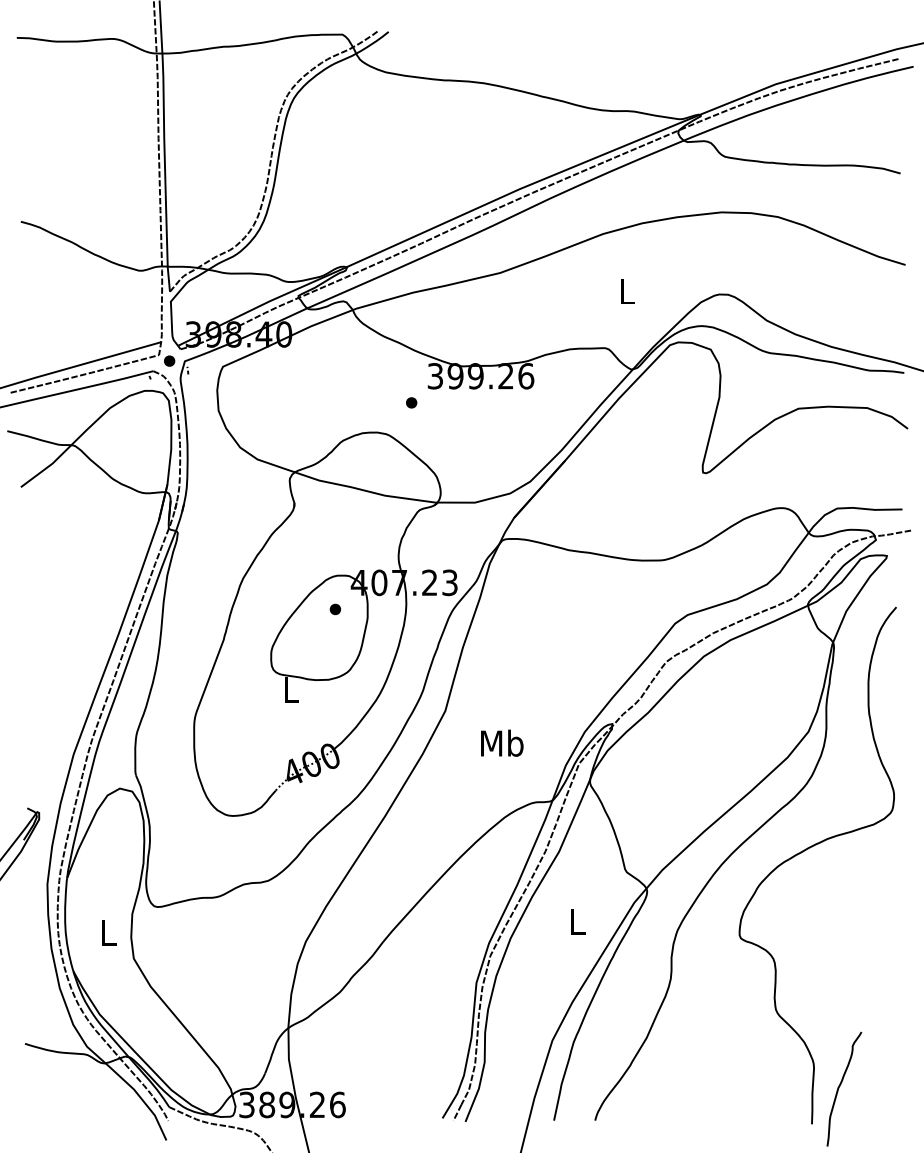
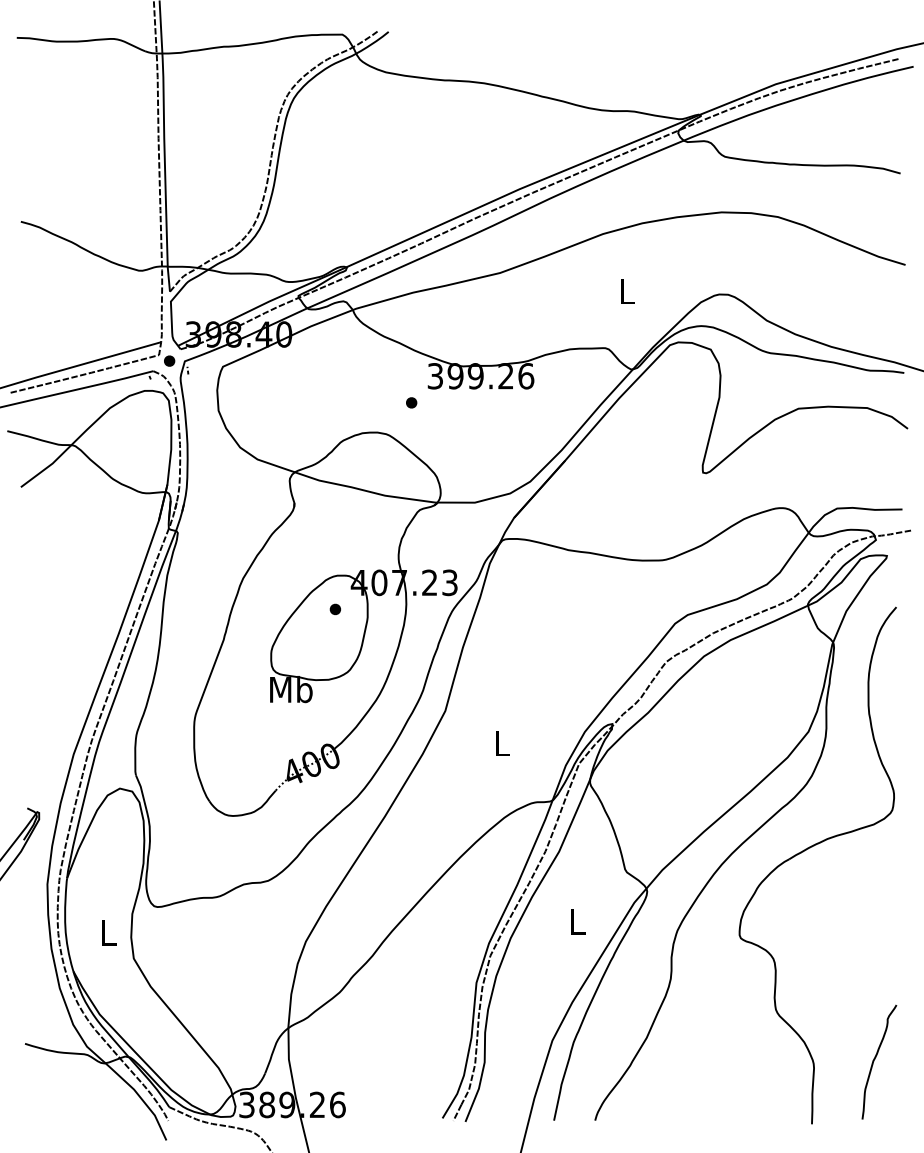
text at (291, 689): L -> Mb
text at (502, 742): Mb -> L
curve at (840, 1086) position: (840, 1086) -> (875, 1059)
